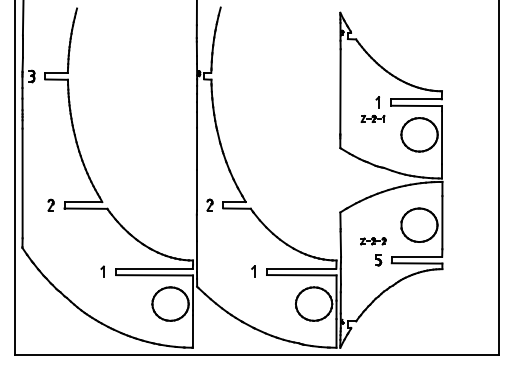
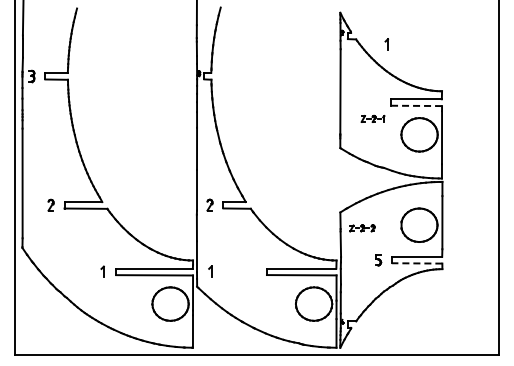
part at (377, 102) position: (377, 102) -> (386, 44)
line at (416, 105): solid -> dashed
part at (373, 241) position: (373, 241) -> (362, 228)
line at (416, 263): solid -> dashed
part at (253, 271) position: (253, 271) -> (210, 271)
